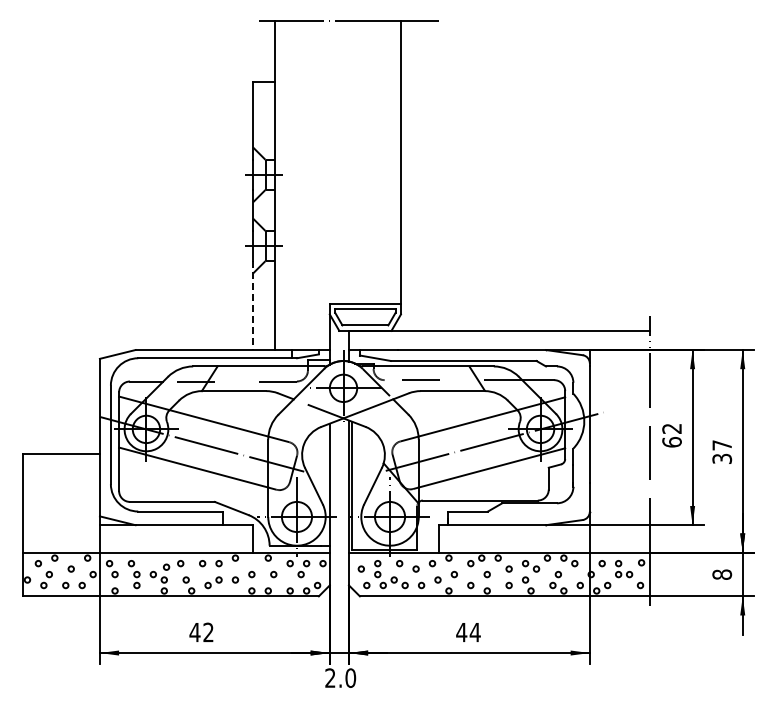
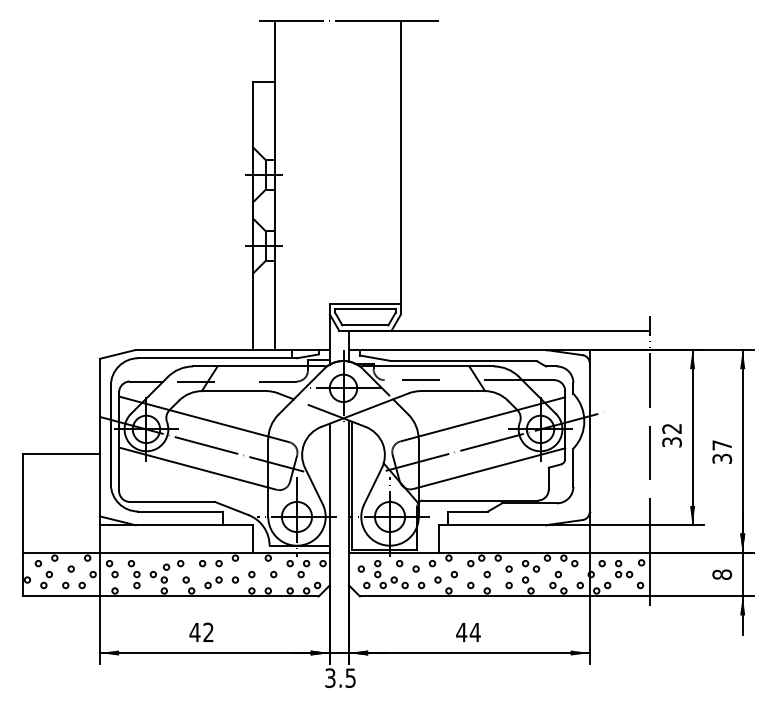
line at (253, 306): dashed -> solid
text at (671, 442): 62 -> 32
text at (340, 678): 2.0 -> 3.5
